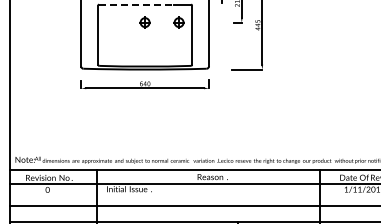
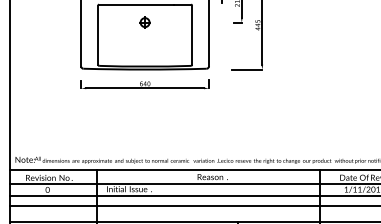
line at (136, 4): dashed -> solid
part at (178, 22): present -> none
line at (193, 195): none -> present
